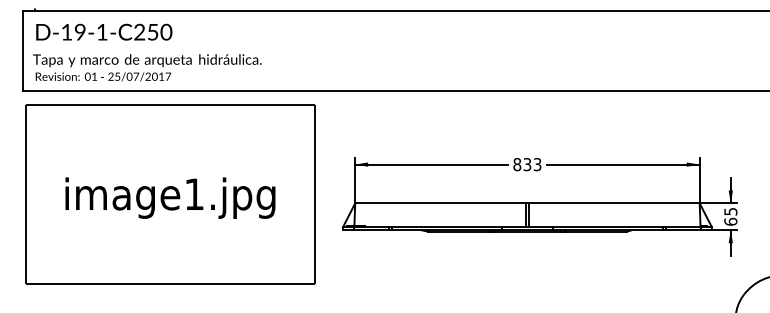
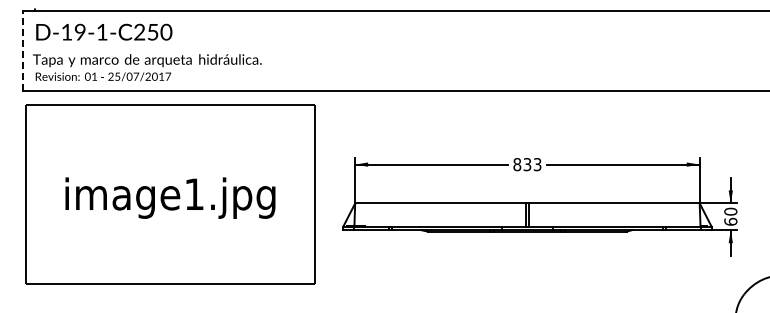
line at (23, 51): solid -> dashed
text at (730, 211): 65 -> 60
